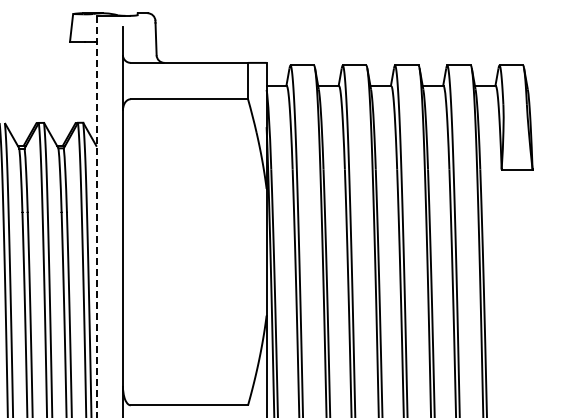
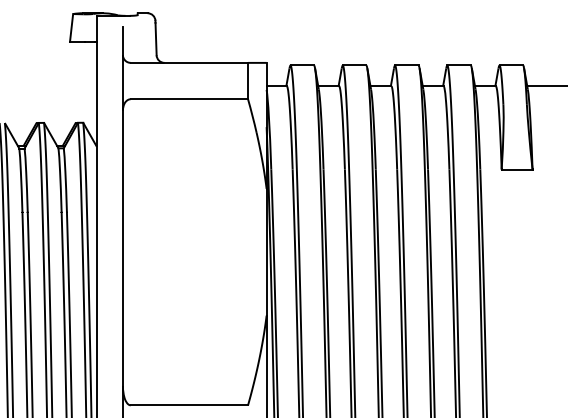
line at (545, 86): none -> present
line at (96, 216): dashed -> solid
